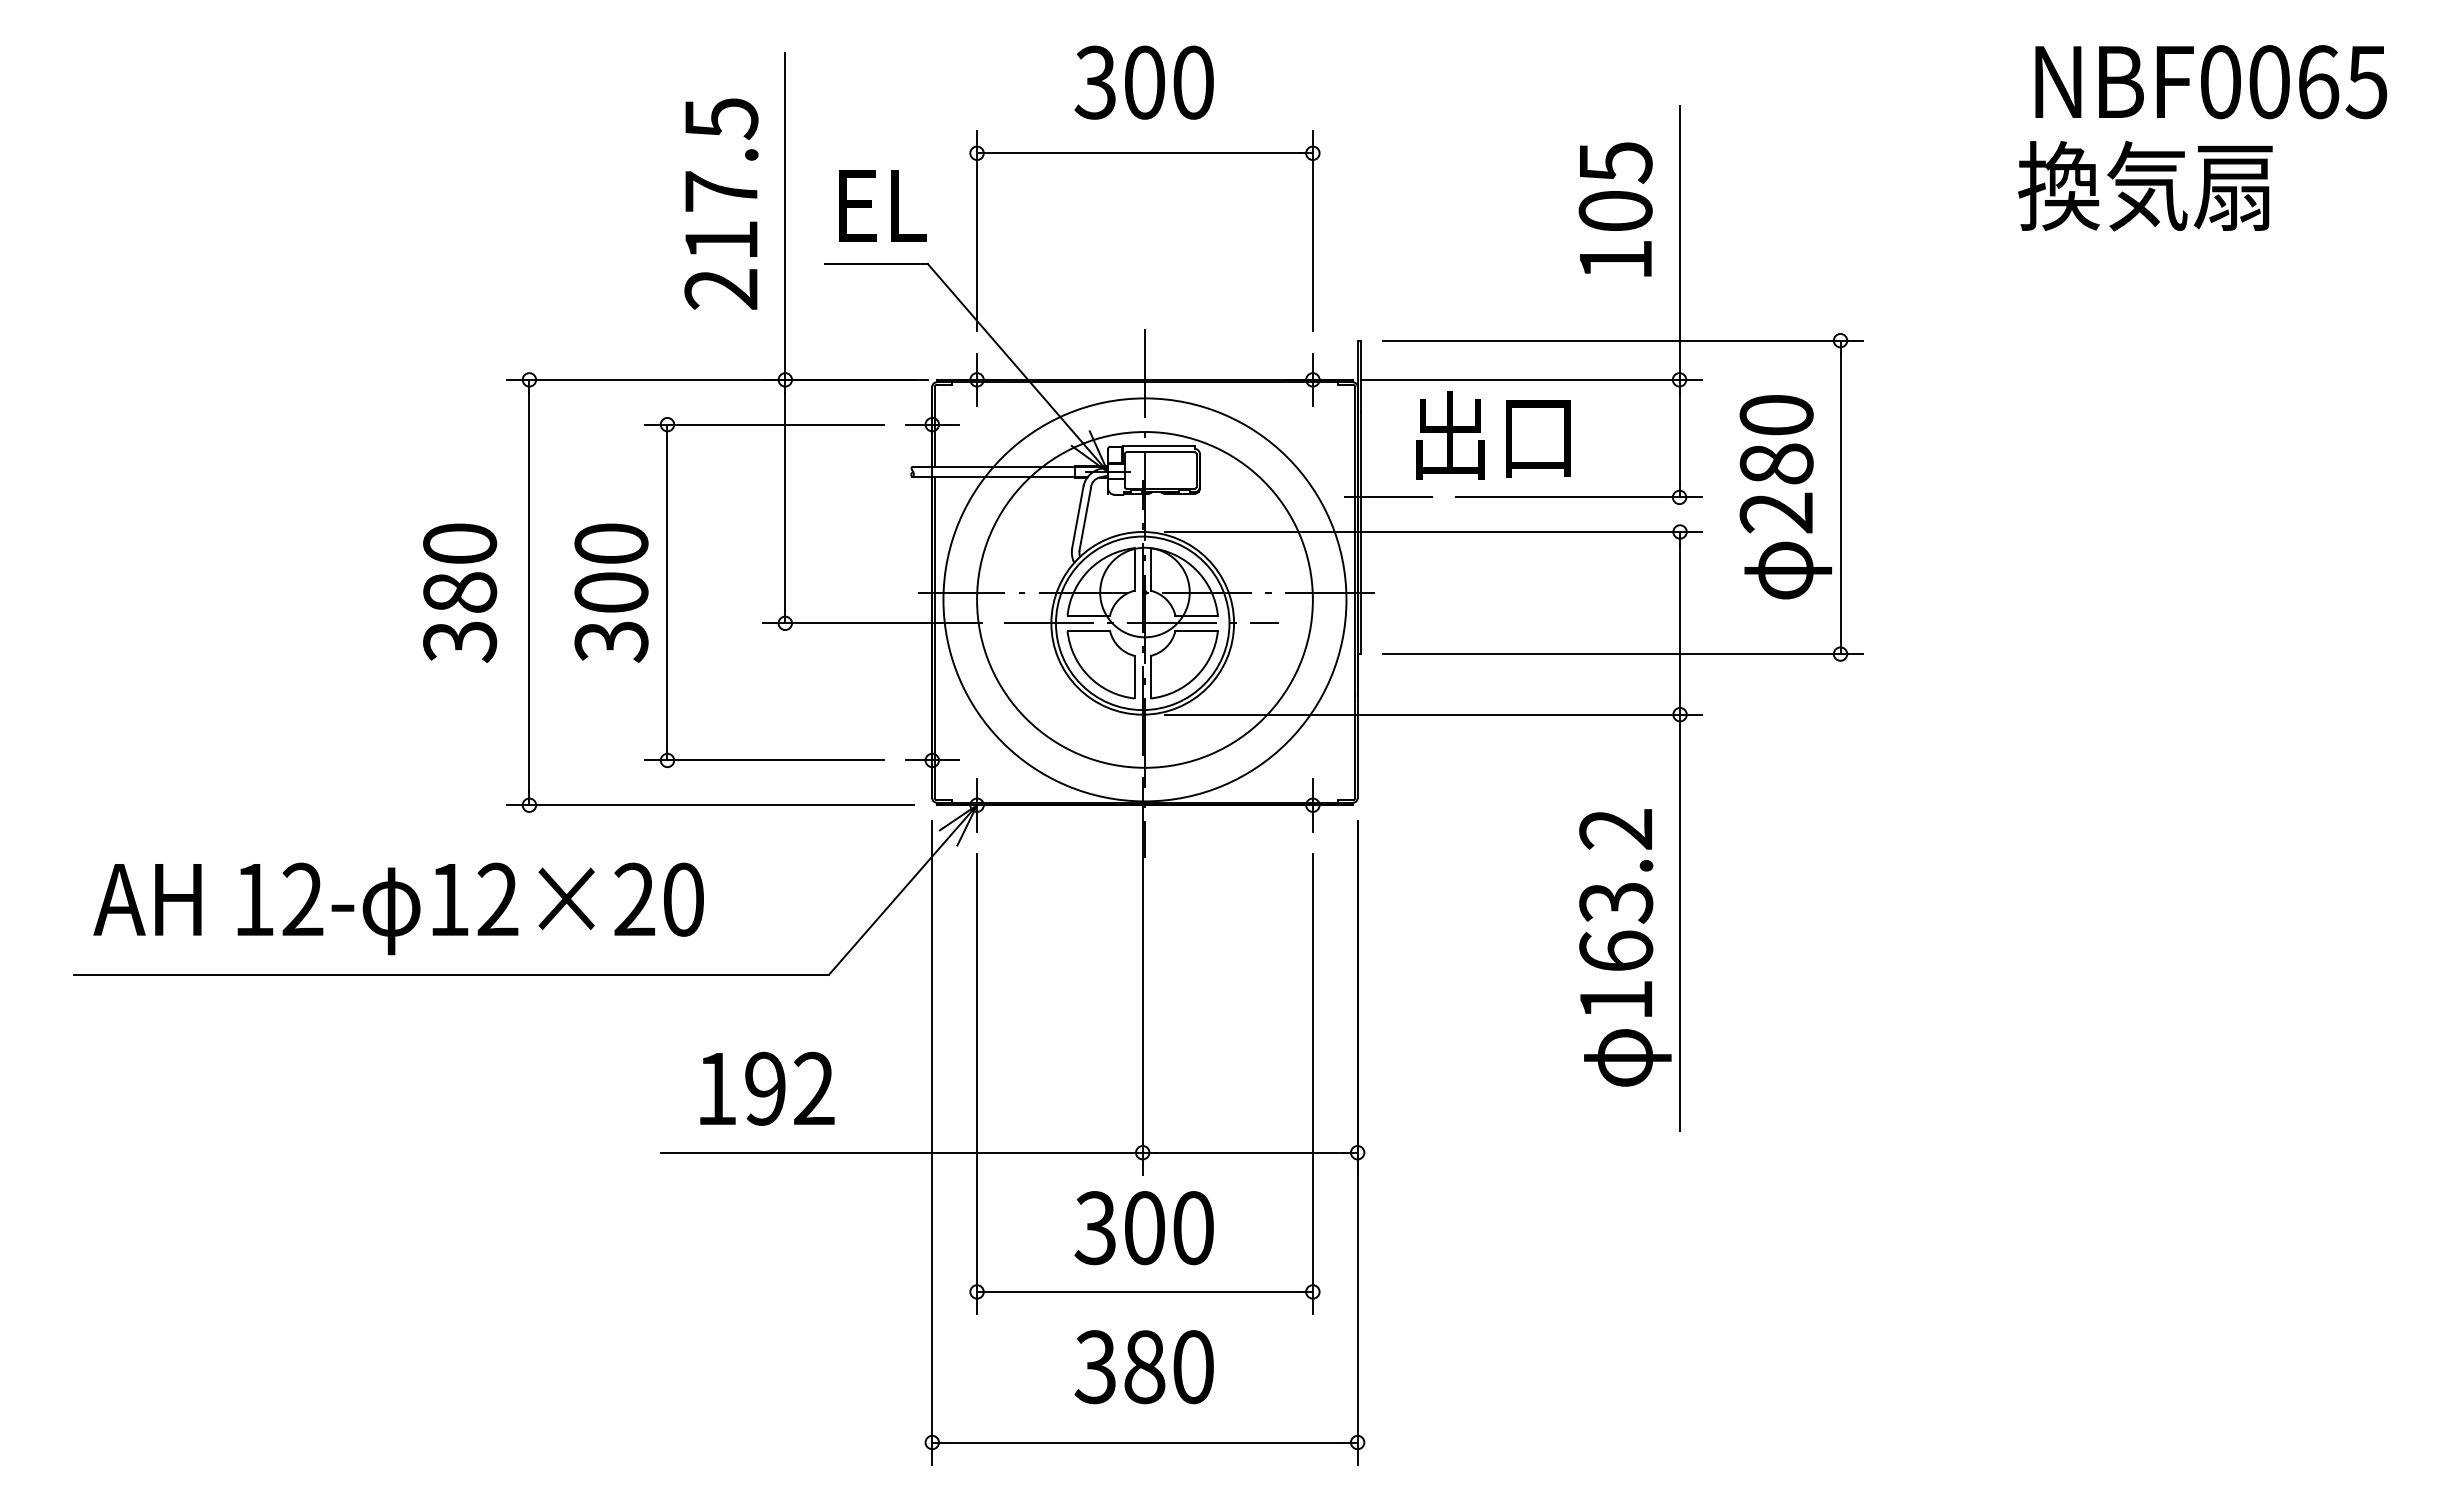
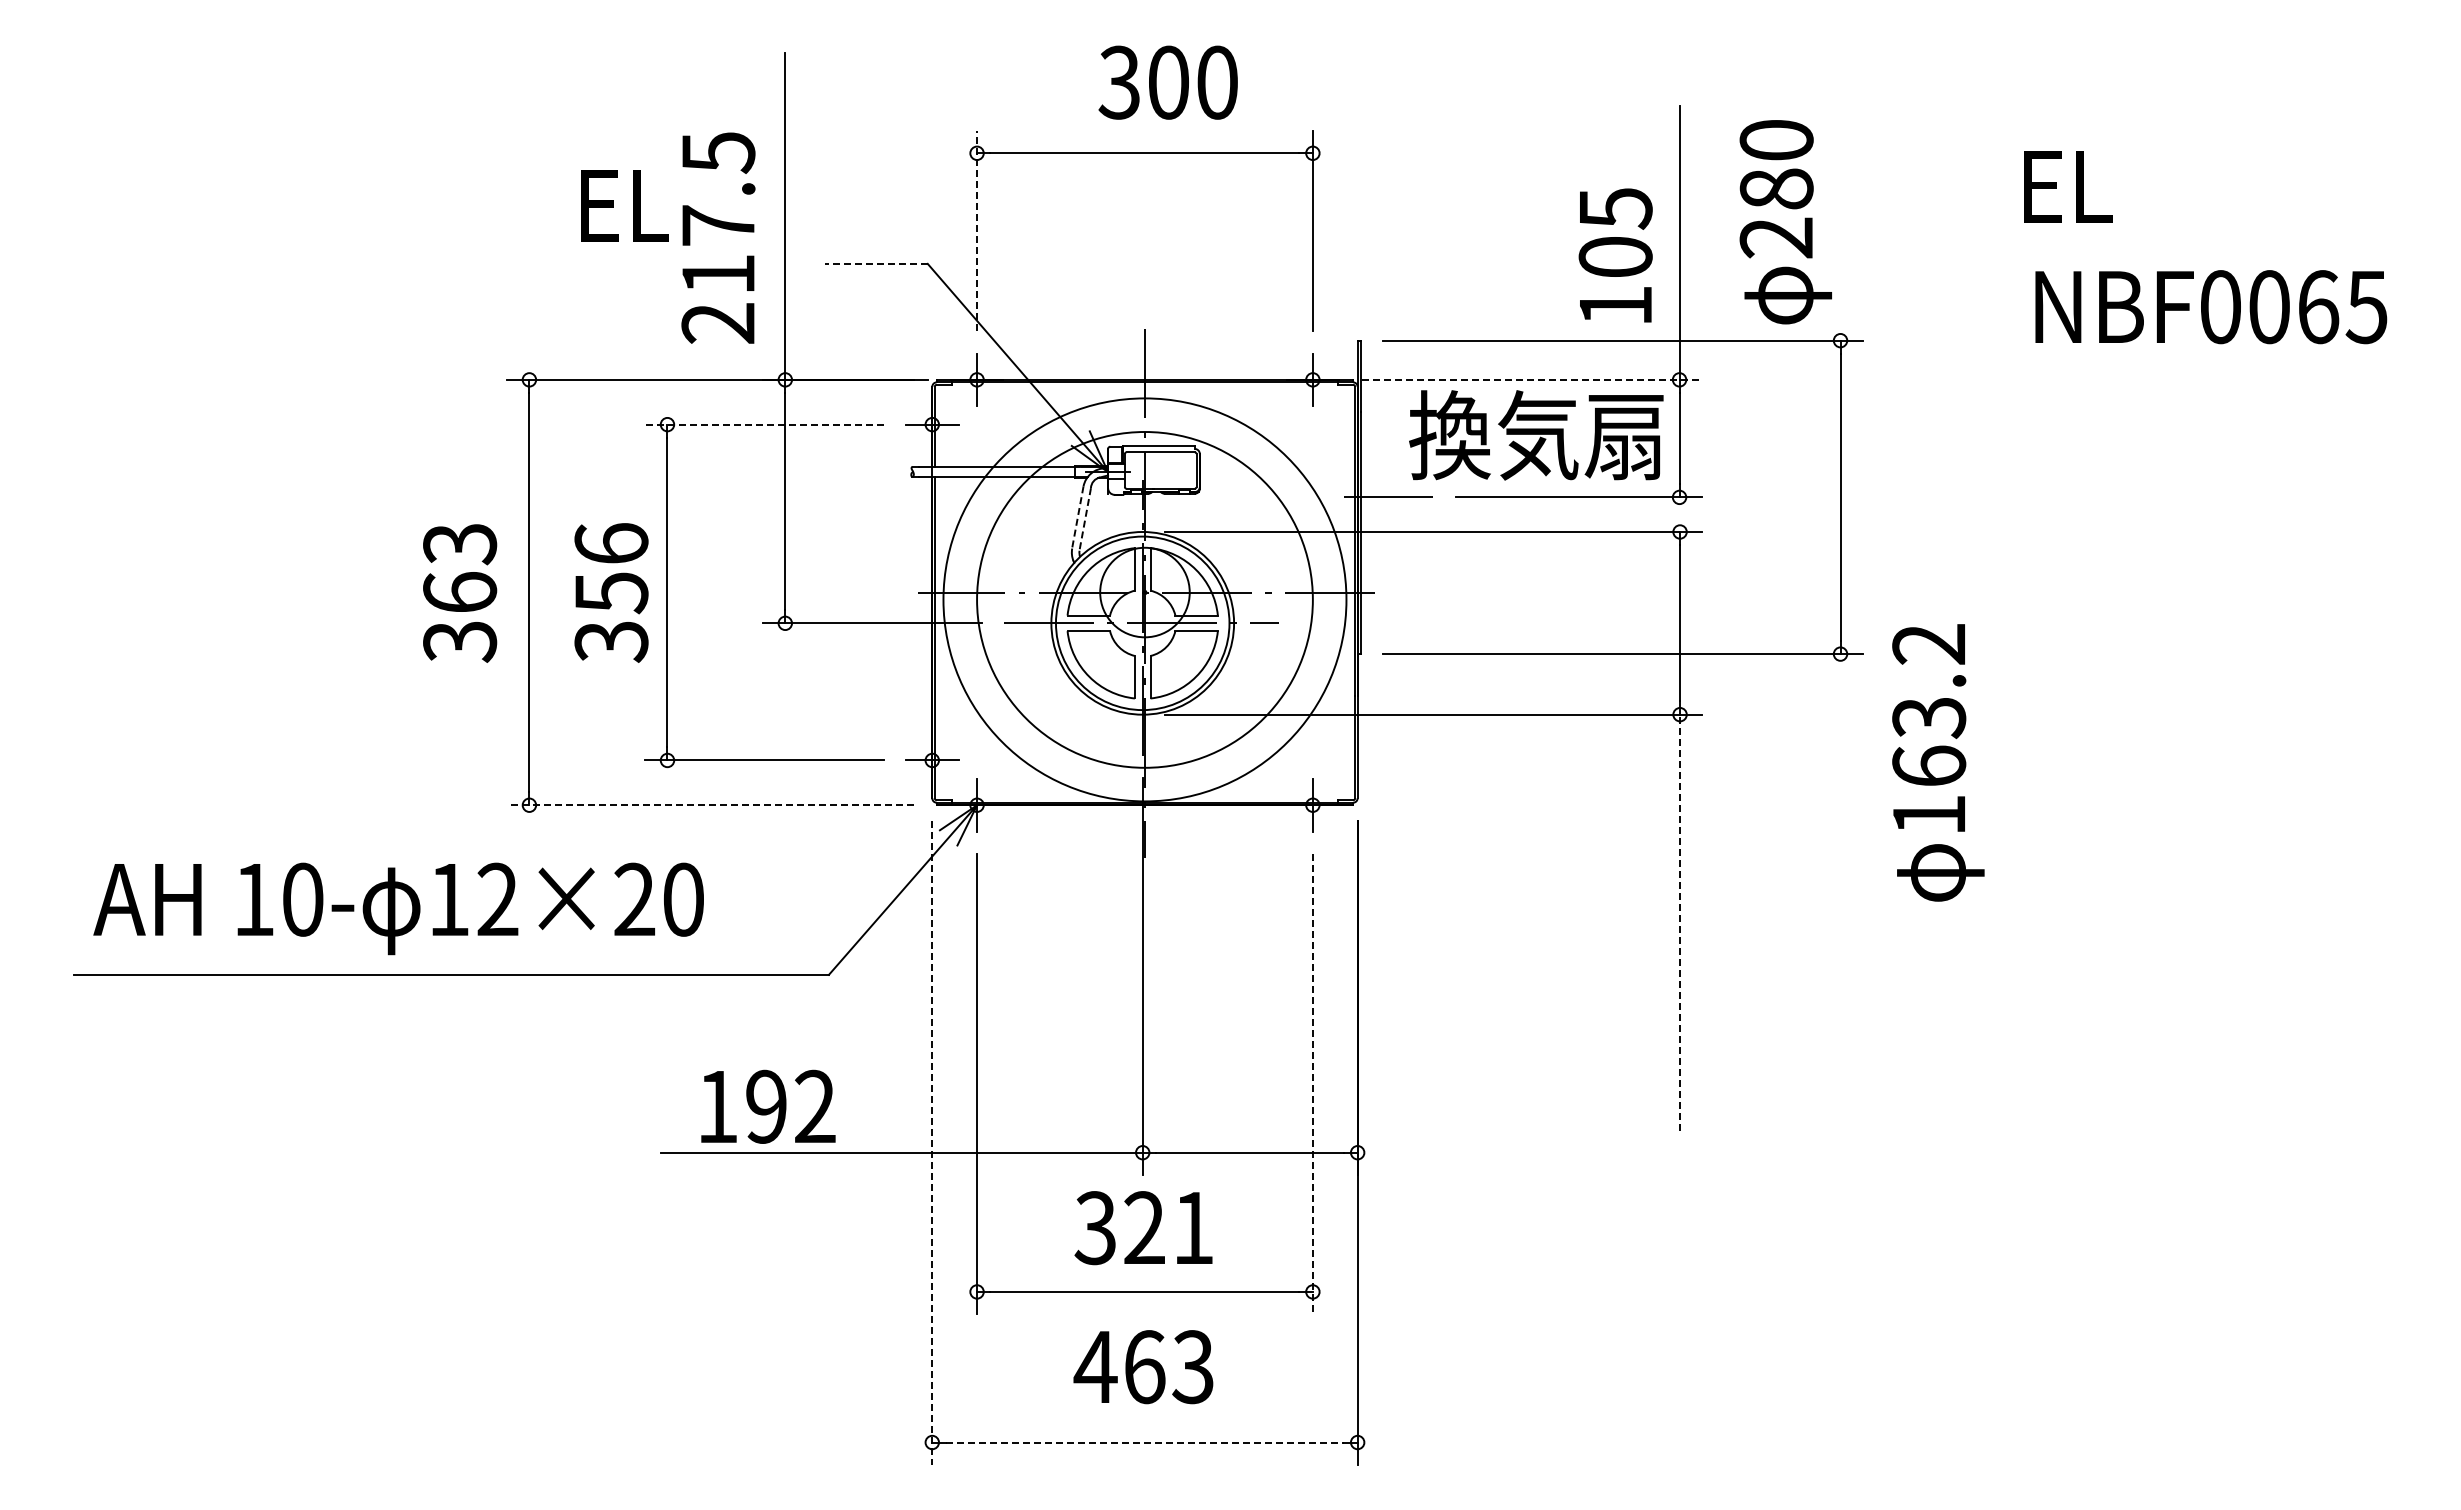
text at (1143, 82) position: (1143, 82) -> (1167, 82)
text at (2211, 82) position: (2211, 82) -> (2211, 307)
text at (2145, 186): 換気扇 -> EL
text at (721, 203) position: (721, 203) -> (718, 237)
text at (882, 205) position: (882, 205) -> (624, 205)
text at (1615, 209) position: (1615, 209) -> (1615, 255)
line at (977, 230): solid -> dashed
line at (876, 263): solid -> dashed
line at (1532, 379): solid -> dashed
line at (763, 424): solid -> dashed
text at (1536, 435): 出口 -> 換気扇
text at (1785, 497) position: (1785, 497) -> (1785, 222)
line at (1077, 517): solid -> dashed
line at (1085, 519): solid -> dashed
text at (460, 567): 380 -> 363
text at (611, 568): 300 -> 356
line at (710, 805): solid -> dashed
text at (302, 899): 12- -> 10-
line at (1680, 922): solid -> dashed
text at (1625, 947) position: (1625, 947) -> (1938, 762)
line at (1312, 1084): solid -> dashed
text at (767, 1088) position: (767, 1088) -> (768, 1106)
line at (932, 1143): solid -> dashed
text at (1168, 1228): 300 -> 321
text at (1143, 1367): 380 -> 463
line at (1145, 1442): solid -> dashed
